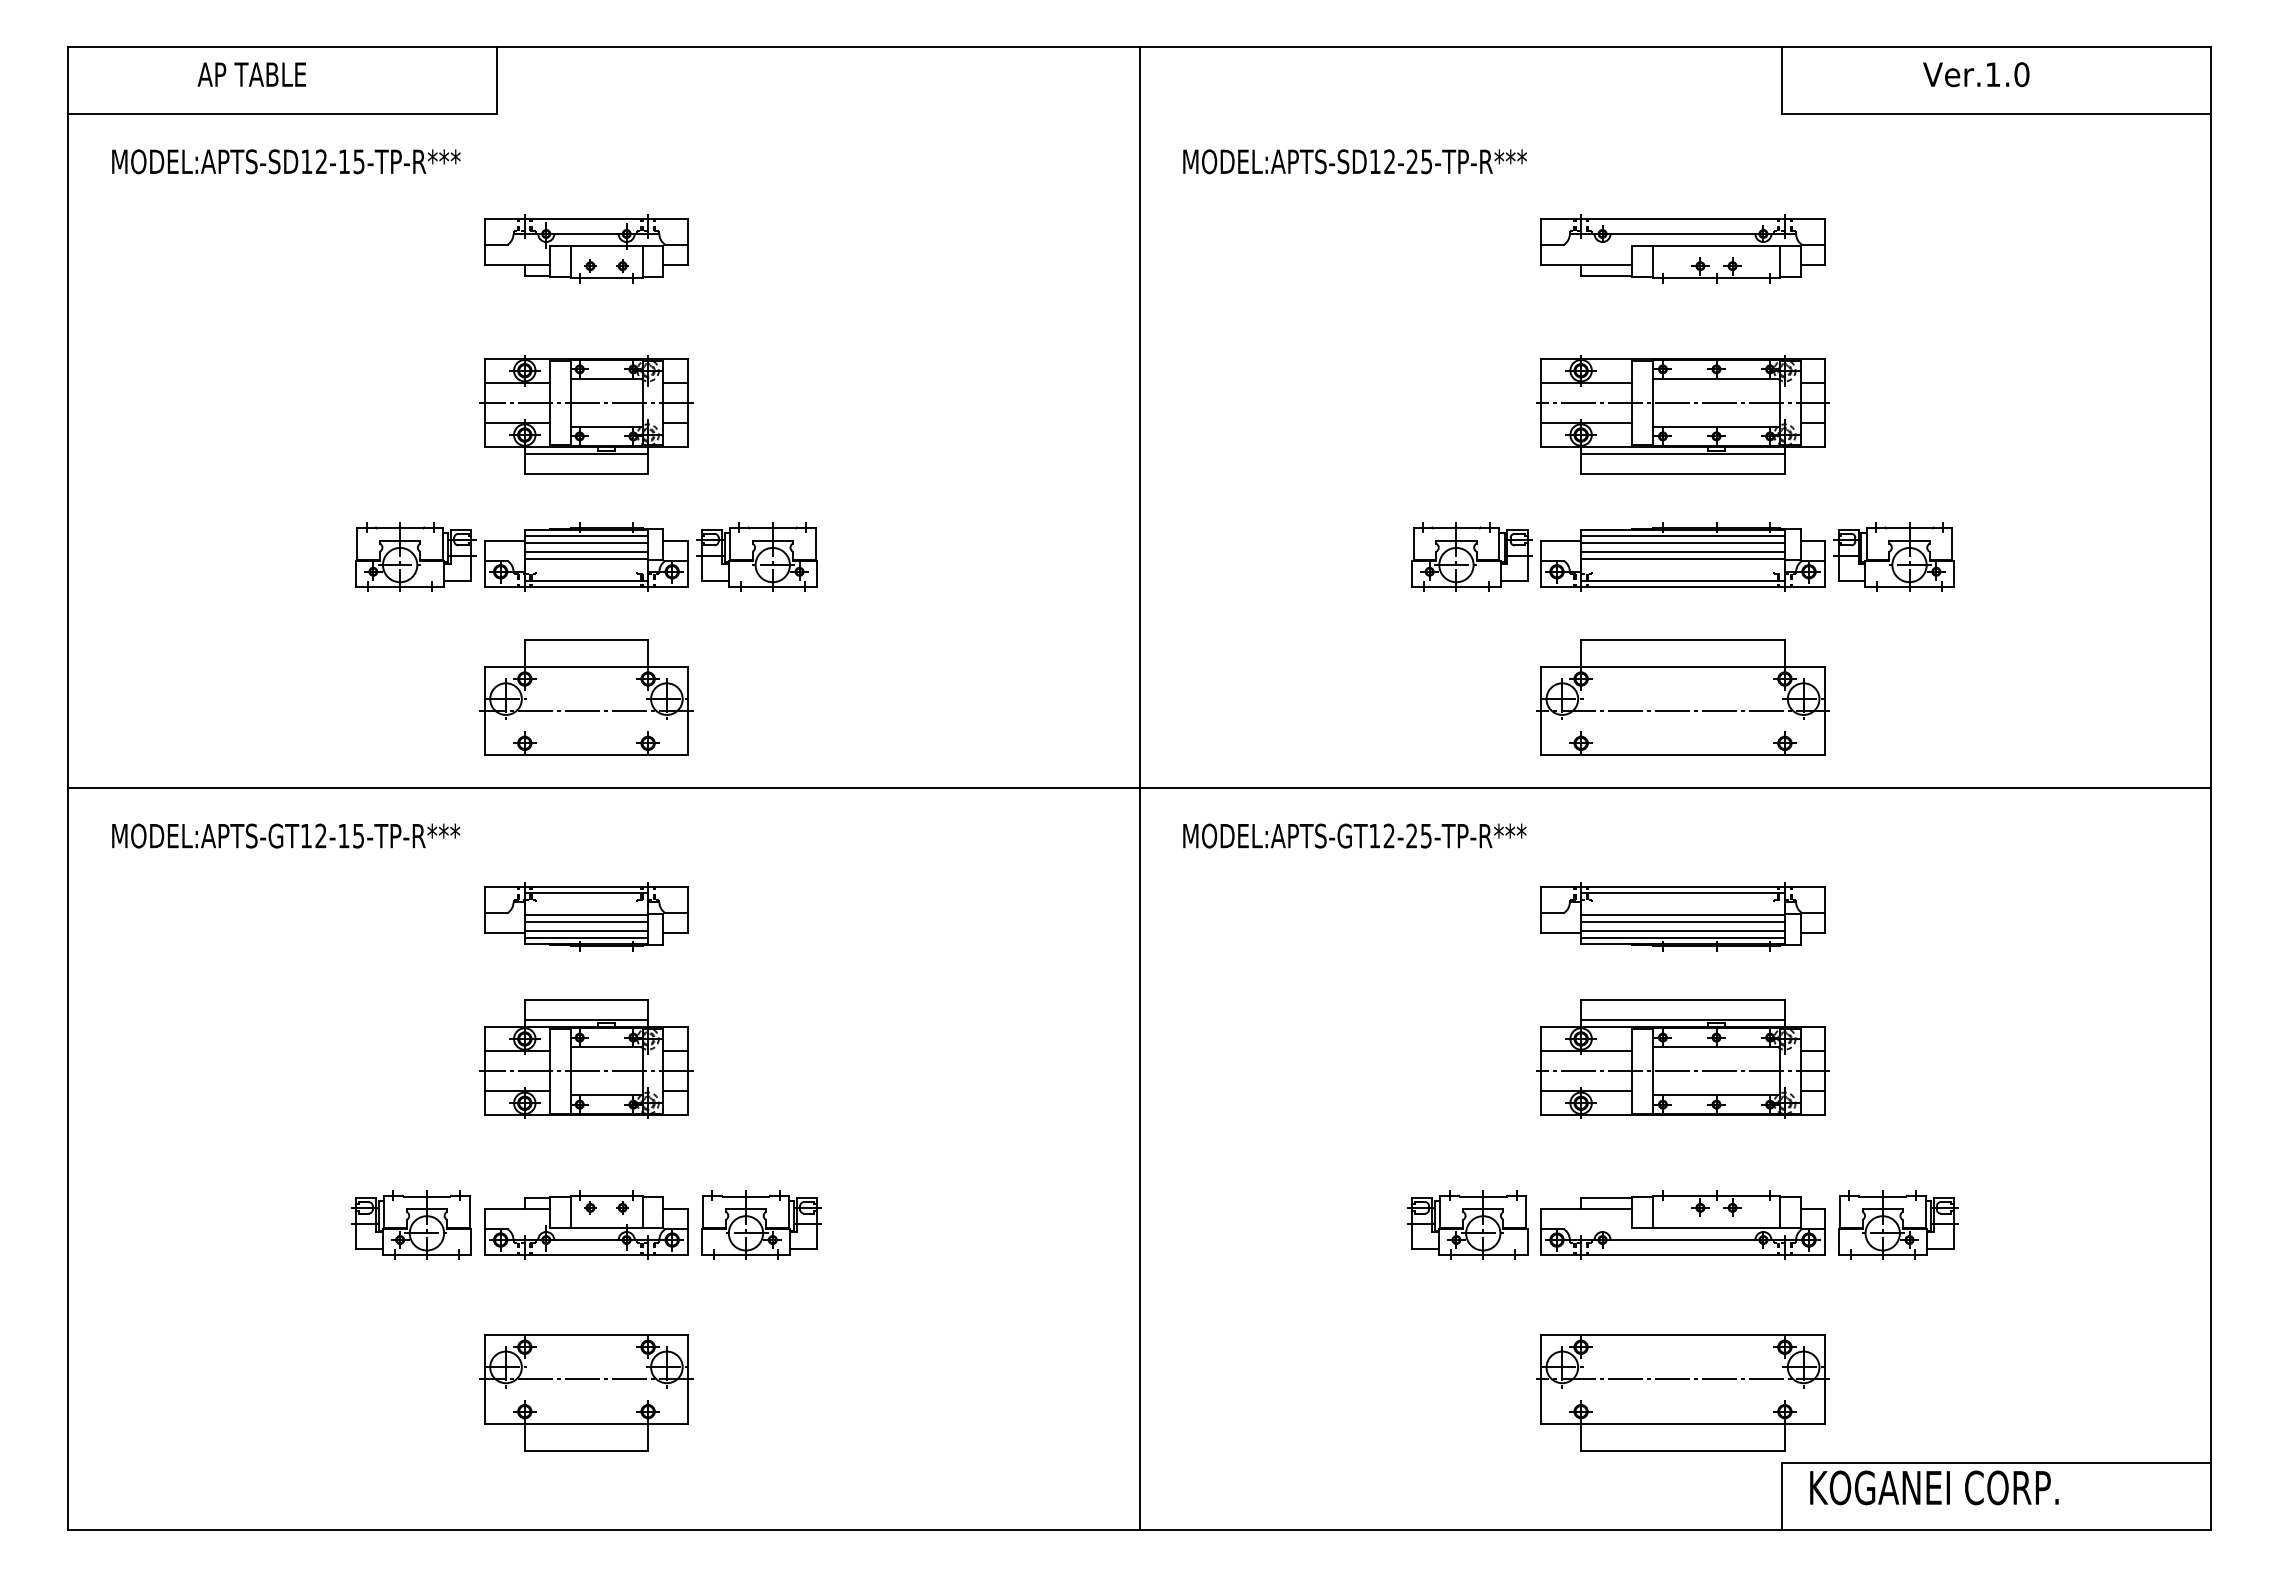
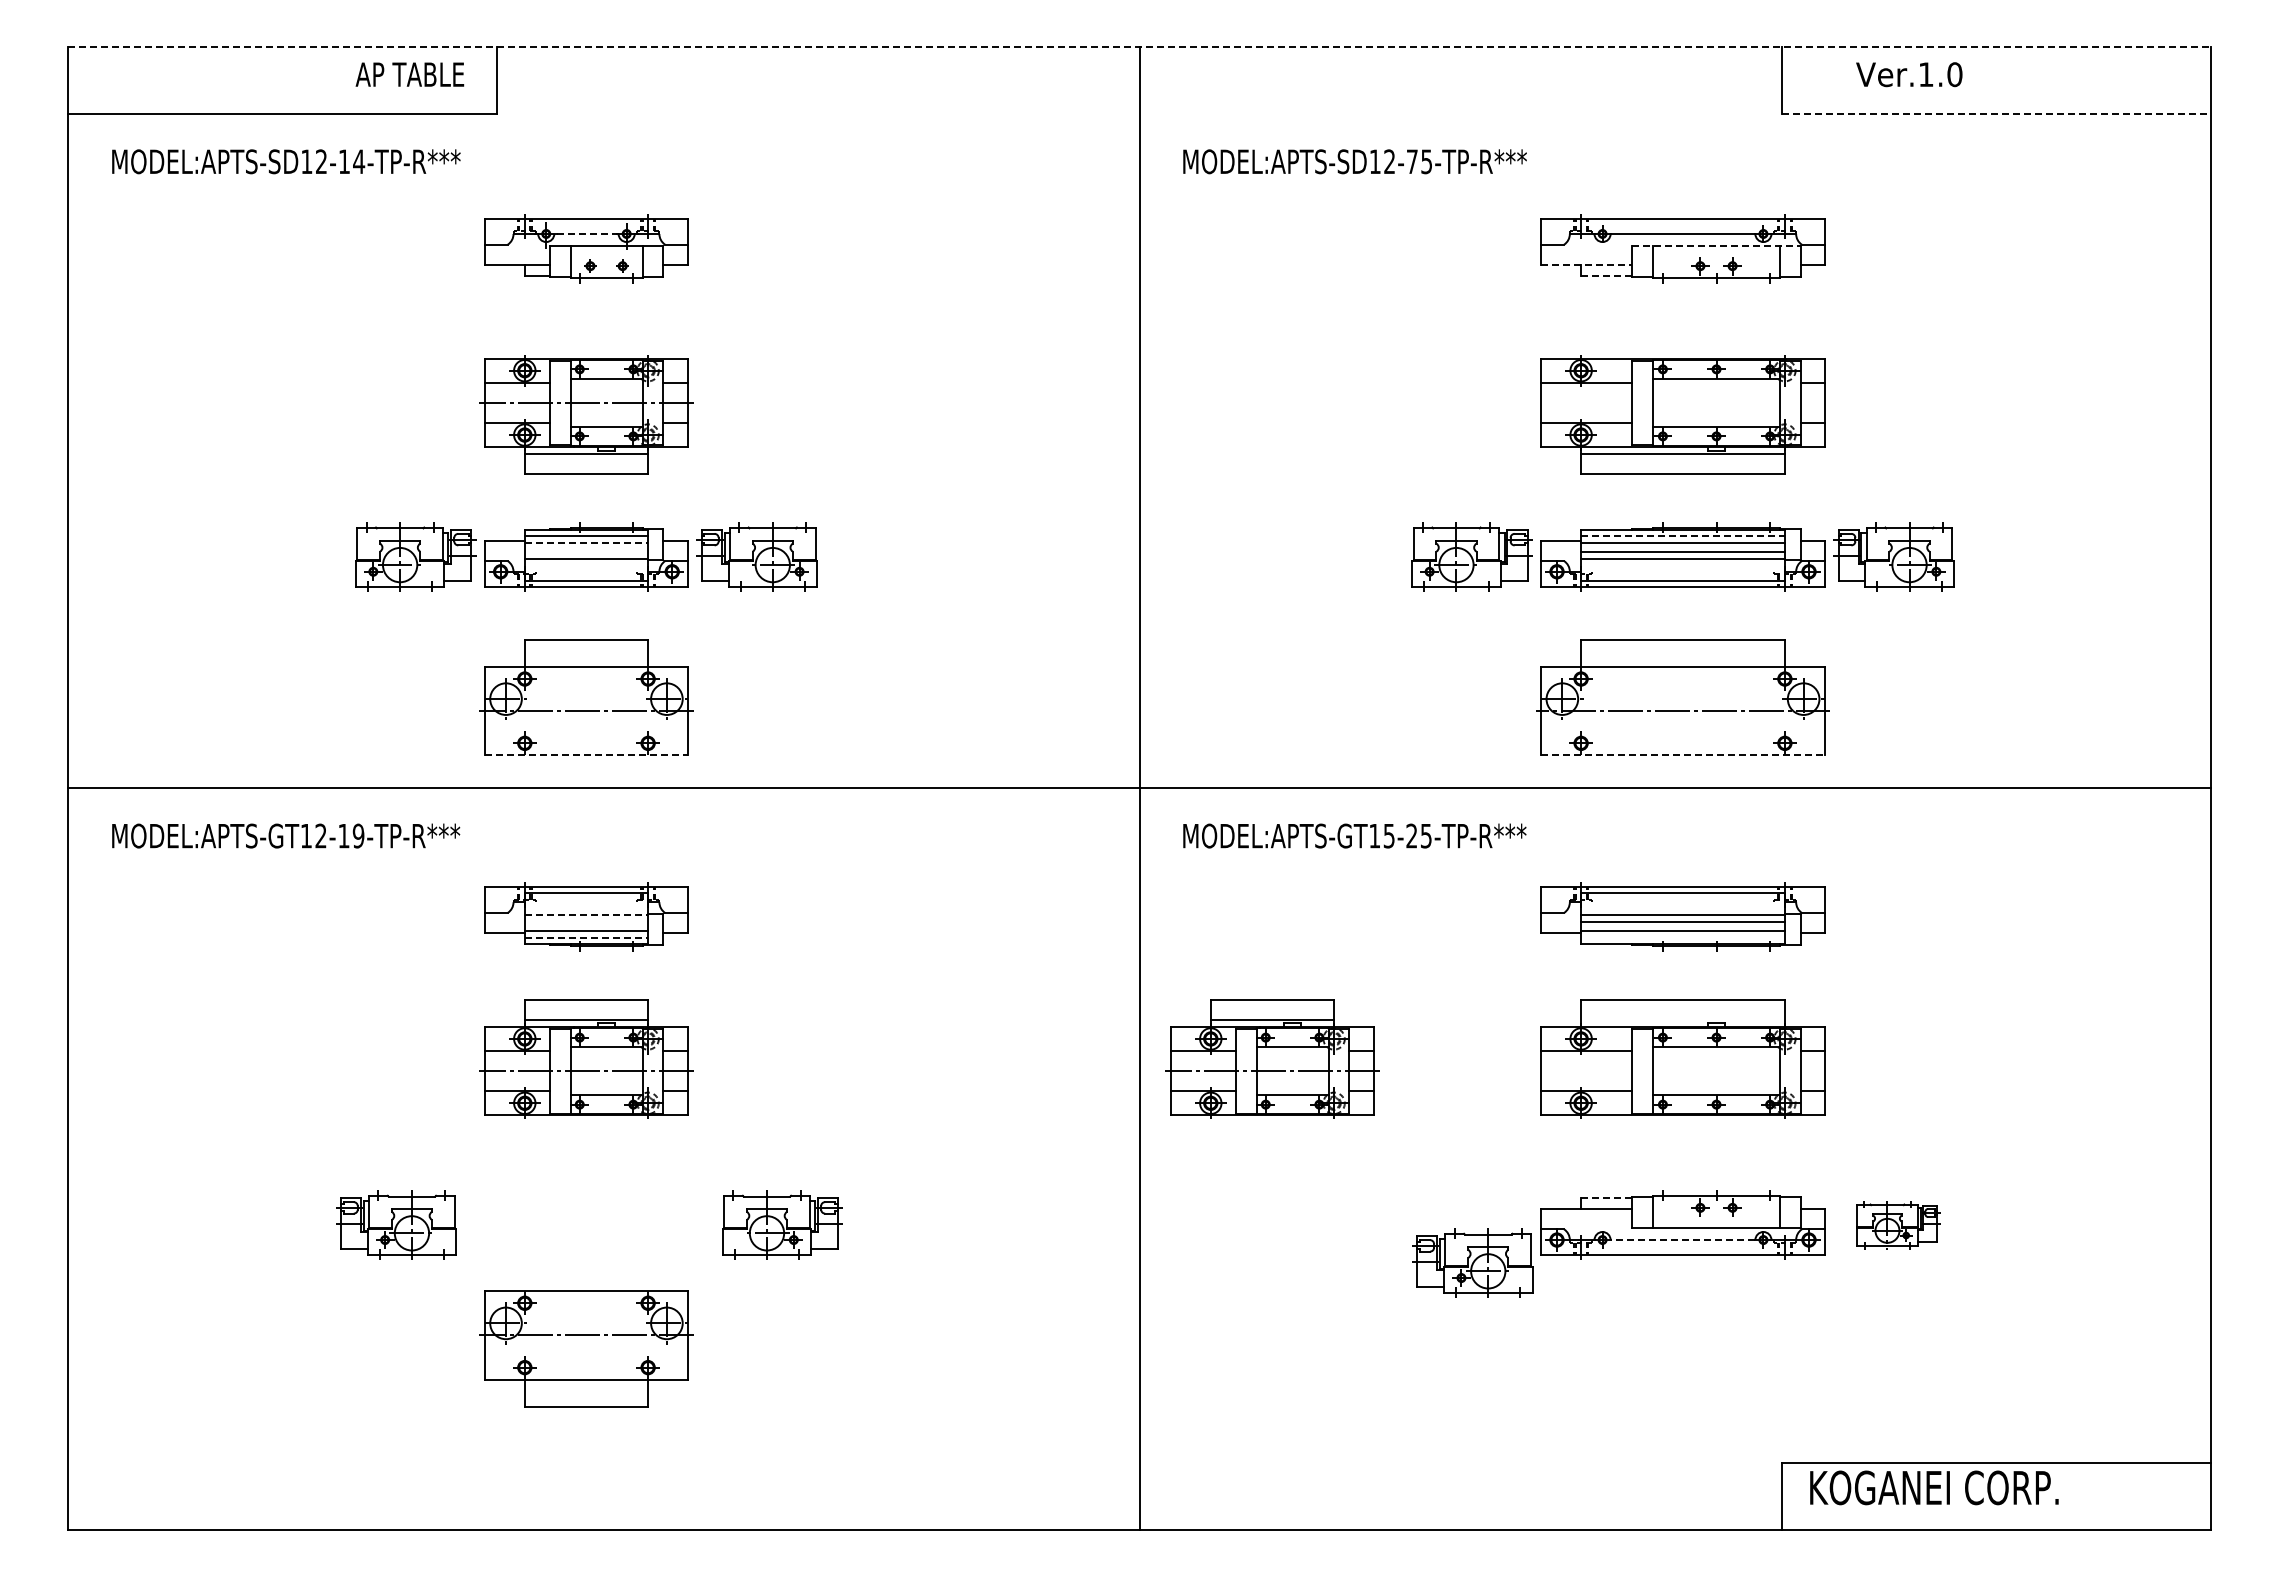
line at (1139, 47): solid -> dashed
text at (251, 74) position: (251, 74) -> (409, 74)
text at (1976, 74) position: (1976, 74) -> (1909, 74)
line at (1996, 114): solid -> dashed
text at (359, 161): MODEL:APTS-SD12-15-TP-R*** -> MODEL:APTS-SD12-14-TP-R***
text at (1411, 161): MODEL:APTS-SD12-25-TP-R*** -> MODEL:APTS-SD12-75-TP-R***
line at (585, 234): solid -> dashed
line at (1717, 246): solid -> dashed
line at (1586, 264): solid -> dashed
line at (1606, 275): solid -> dashed
line at (1682, 402): present -> none
line at (1683, 536): solid -> dashed
line at (586, 543): solid -> dashed
line at (586, 552): present -> none
line at (586, 755): solid -> dashed
line at (1683, 755): solid -> dashed
text at (358, 835): MODEL:APTS-GT12-15-TP-R*** -> MODEL:APTS-GT12-19-TP-R***
text at (1388, 835): MODEL:APTS-GT12-25-TP-R*** -> MODEL:APTS-GT15-25-TP-R***
line at (586, 914): solid -> dashed
line at (586, 921): present -> none
line at (586, 937): solid -> dashed
line at (1682, 937): present -> none
line at (1682, 1020): present -> none
part at (1272, 1058): none -> present
line at (1682, 1071): present -> none
line at (1606, 1198): solid -> dashed
part at (411, 1224) position: (411, 1224) -> (396, 1224)
part at (586, 1224): present -> none
part at (761, 1224) position: (761, 1224) -> (782, 1224)
part at (1467, 1224) position: (1467, 1224) -> (1472, 1262)
part at (1898, 1224) size: 121x70 px -> 85x49 px
line at (1682, 1240): solid -> dashed
part at (586, 1392) position: (586, 1392) -> (586, 1348)
part at (1682, 1392): present -> none
